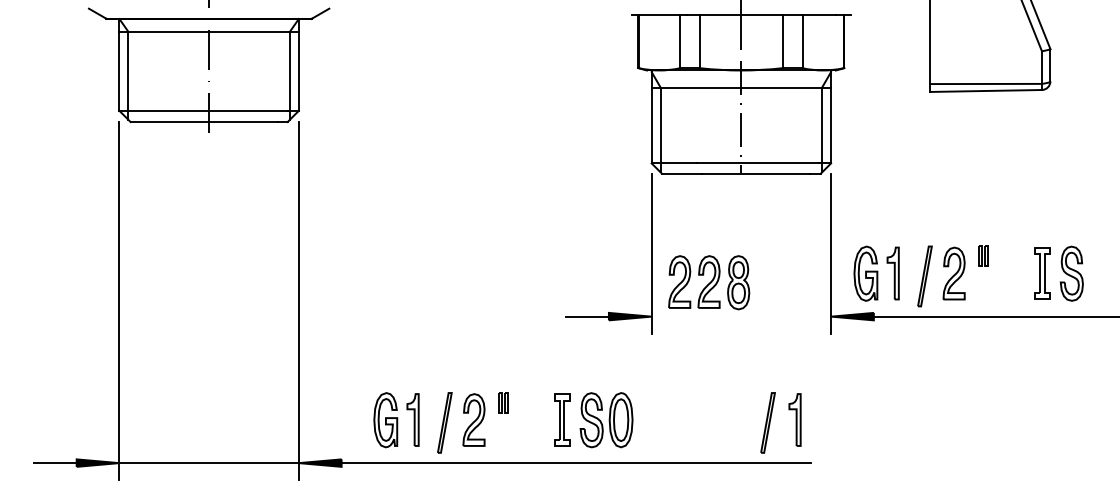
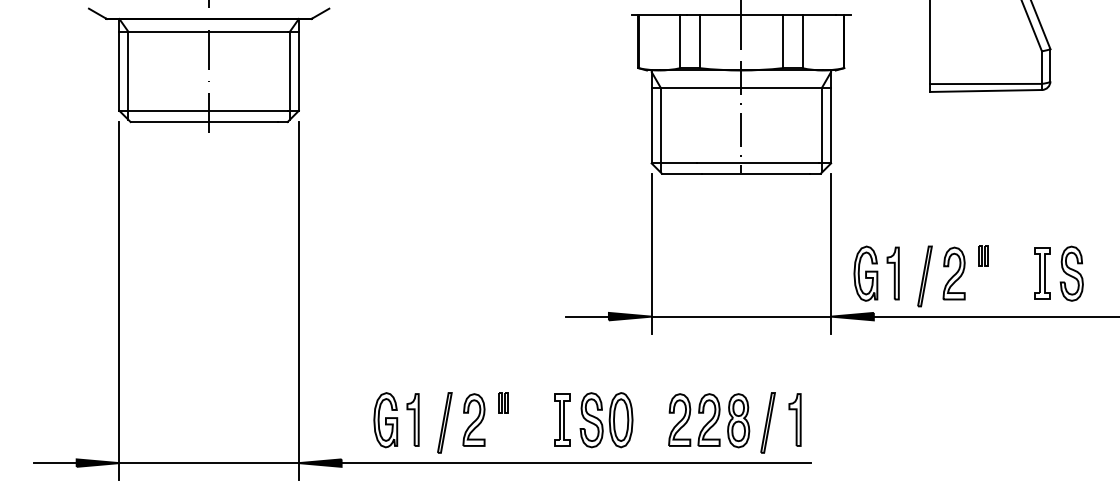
part at (709, 282) position: (709, 282) -> (709, 420)
line at (741, 316): none -> present
